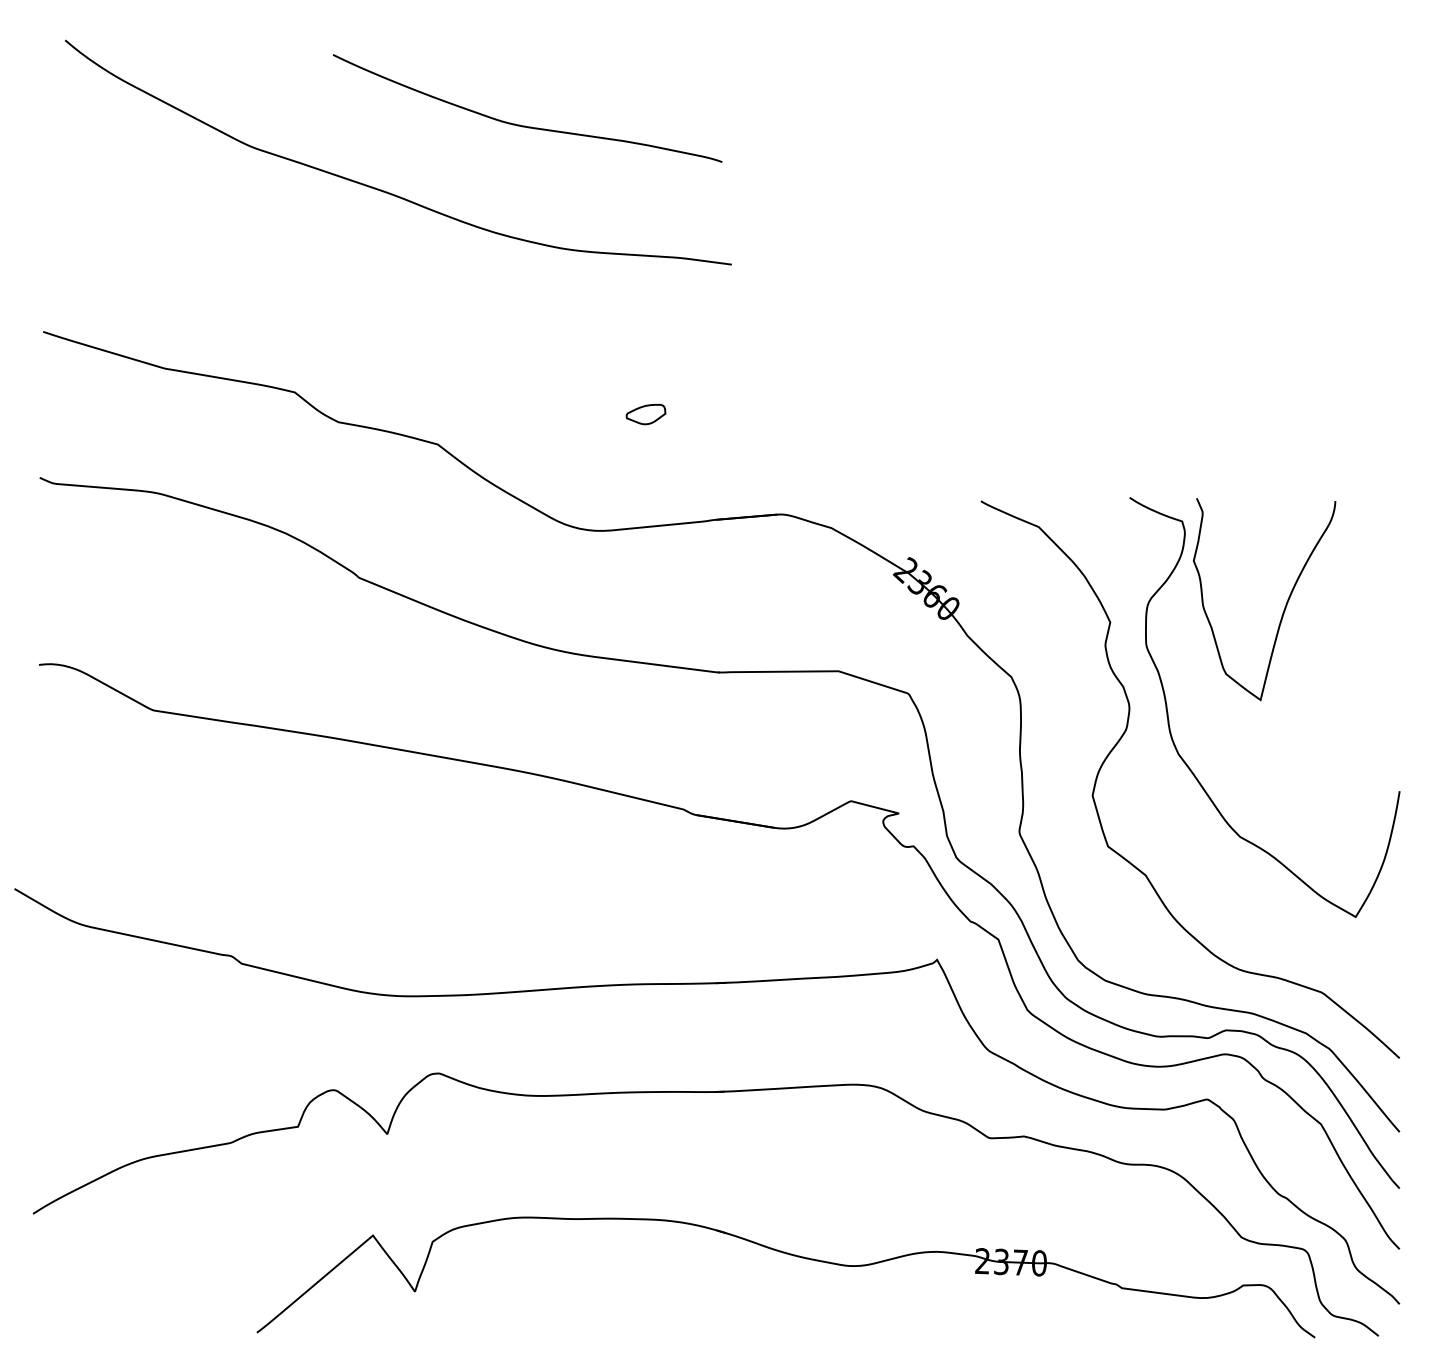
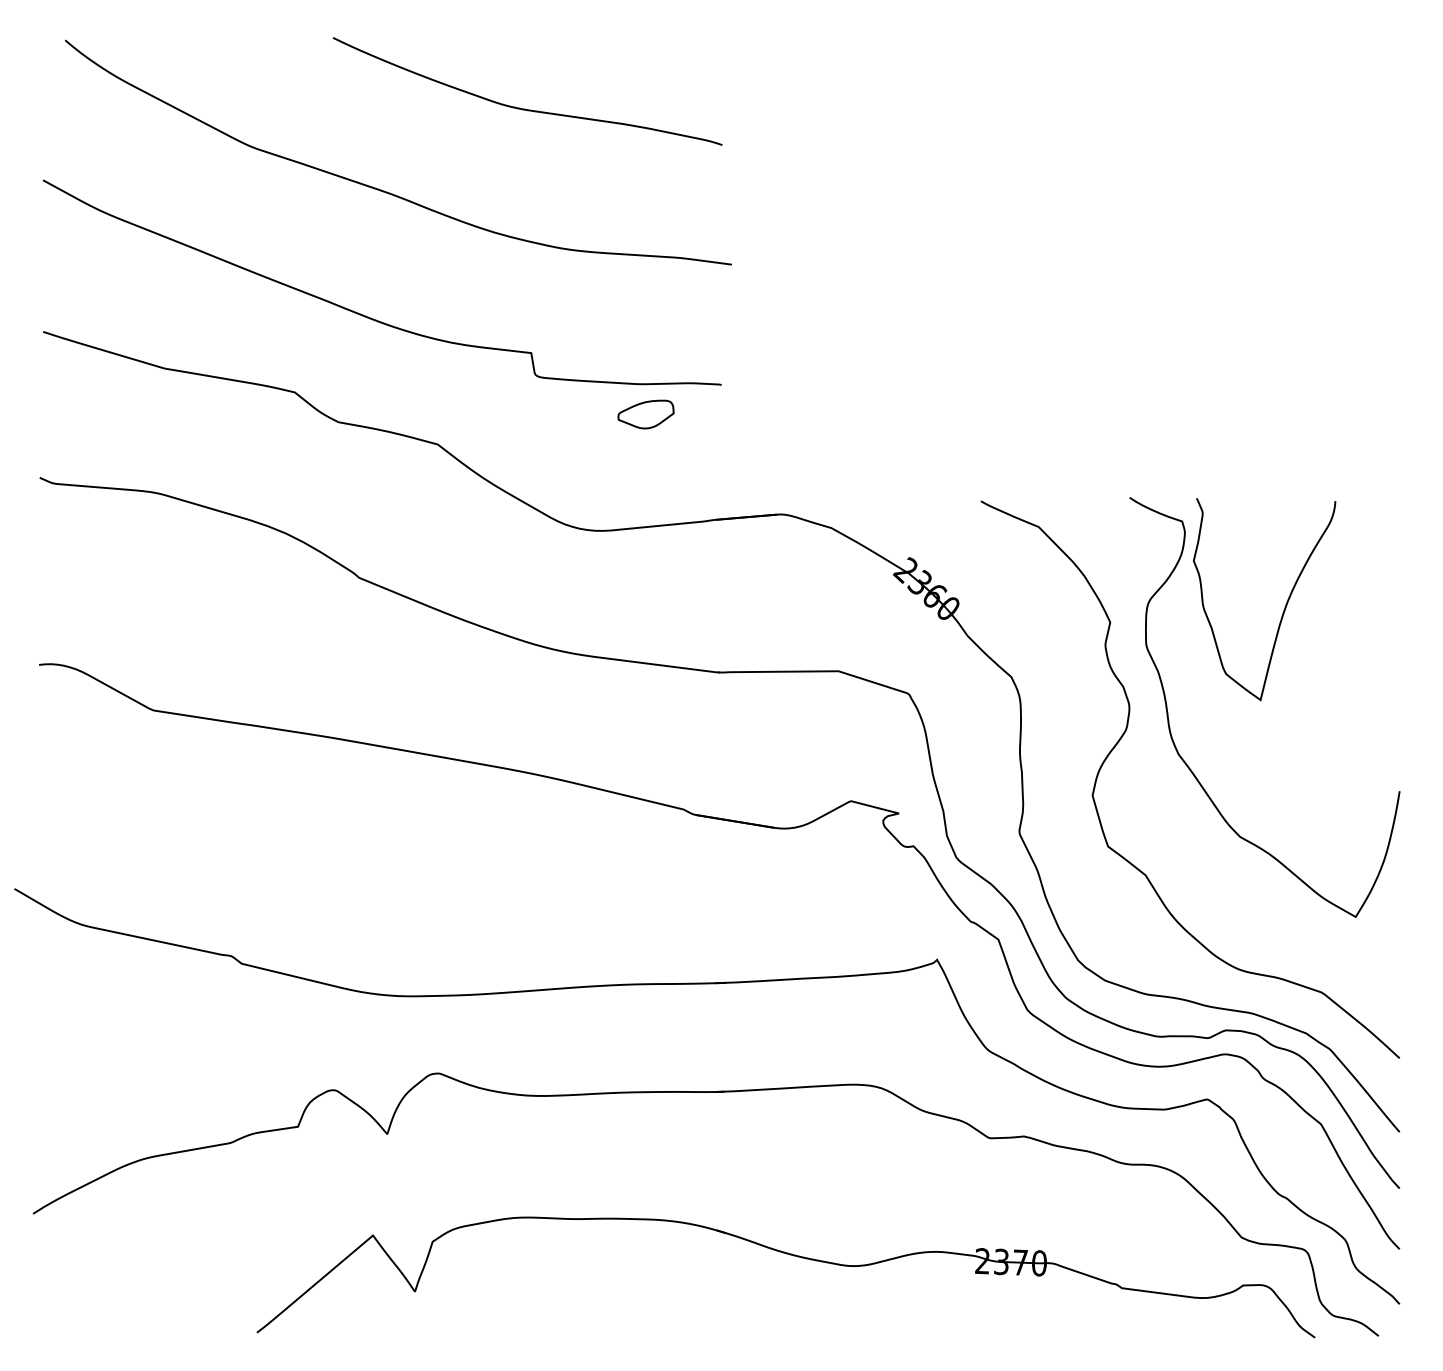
curve at (525, 125) position: (525, 125) -> (525, 108)
curve at (371, 317): none -> present
part at (645, 414) size: 42x22 px -> 58x31 px
